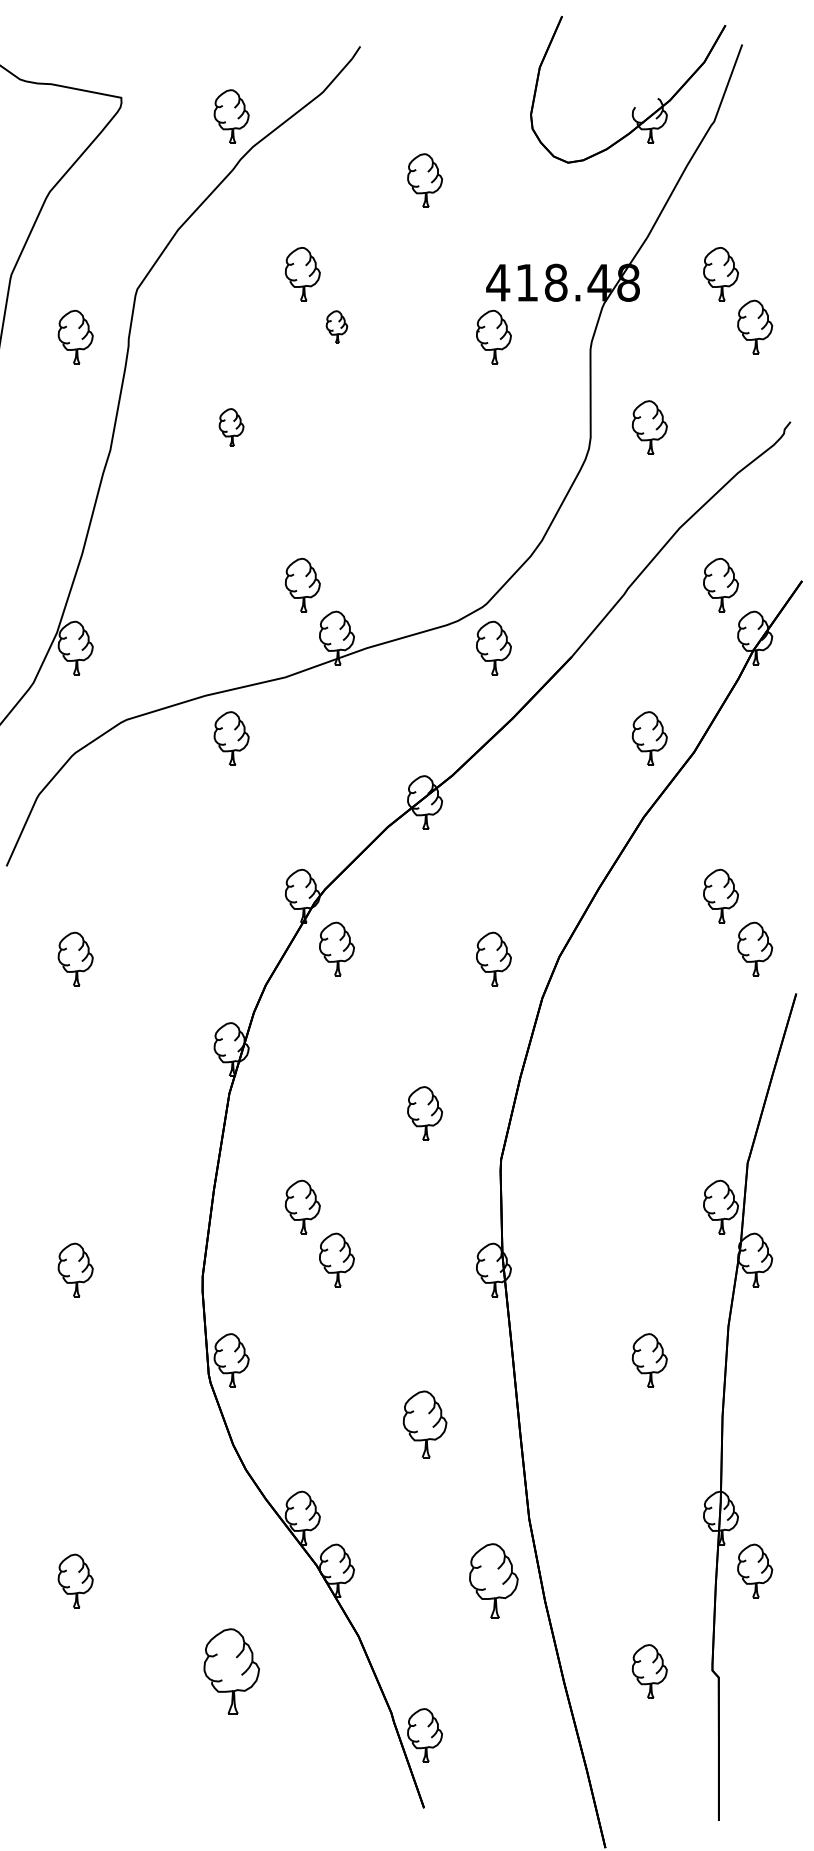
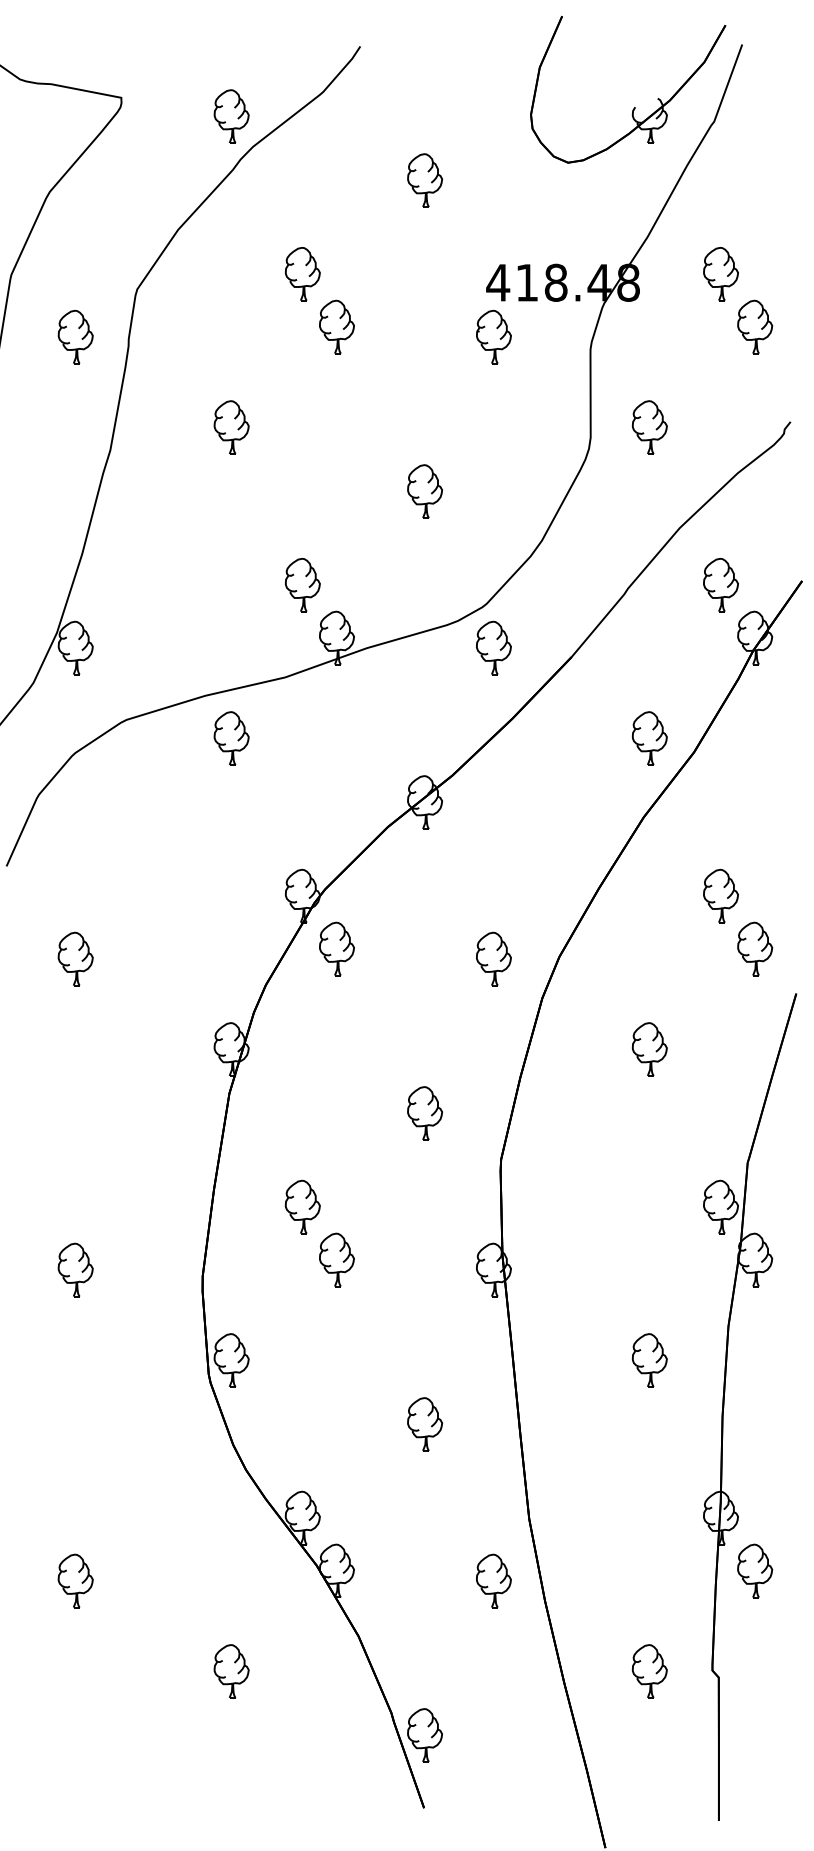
part at (336, 326) size: 24x34 px -> 36x56 px
part at (231, 427) size: 27x39 px -> 37x55 px
part at (425, 491): none -> present
part at (649, 1049): none -> present
part at (424, 1424) size: 46x69 px -> 36x55 px
part at (493, 1580) size: 50x76 px -> 36x56 px
part at (231, 1671) size: 57x87 px -> 37x55 px
